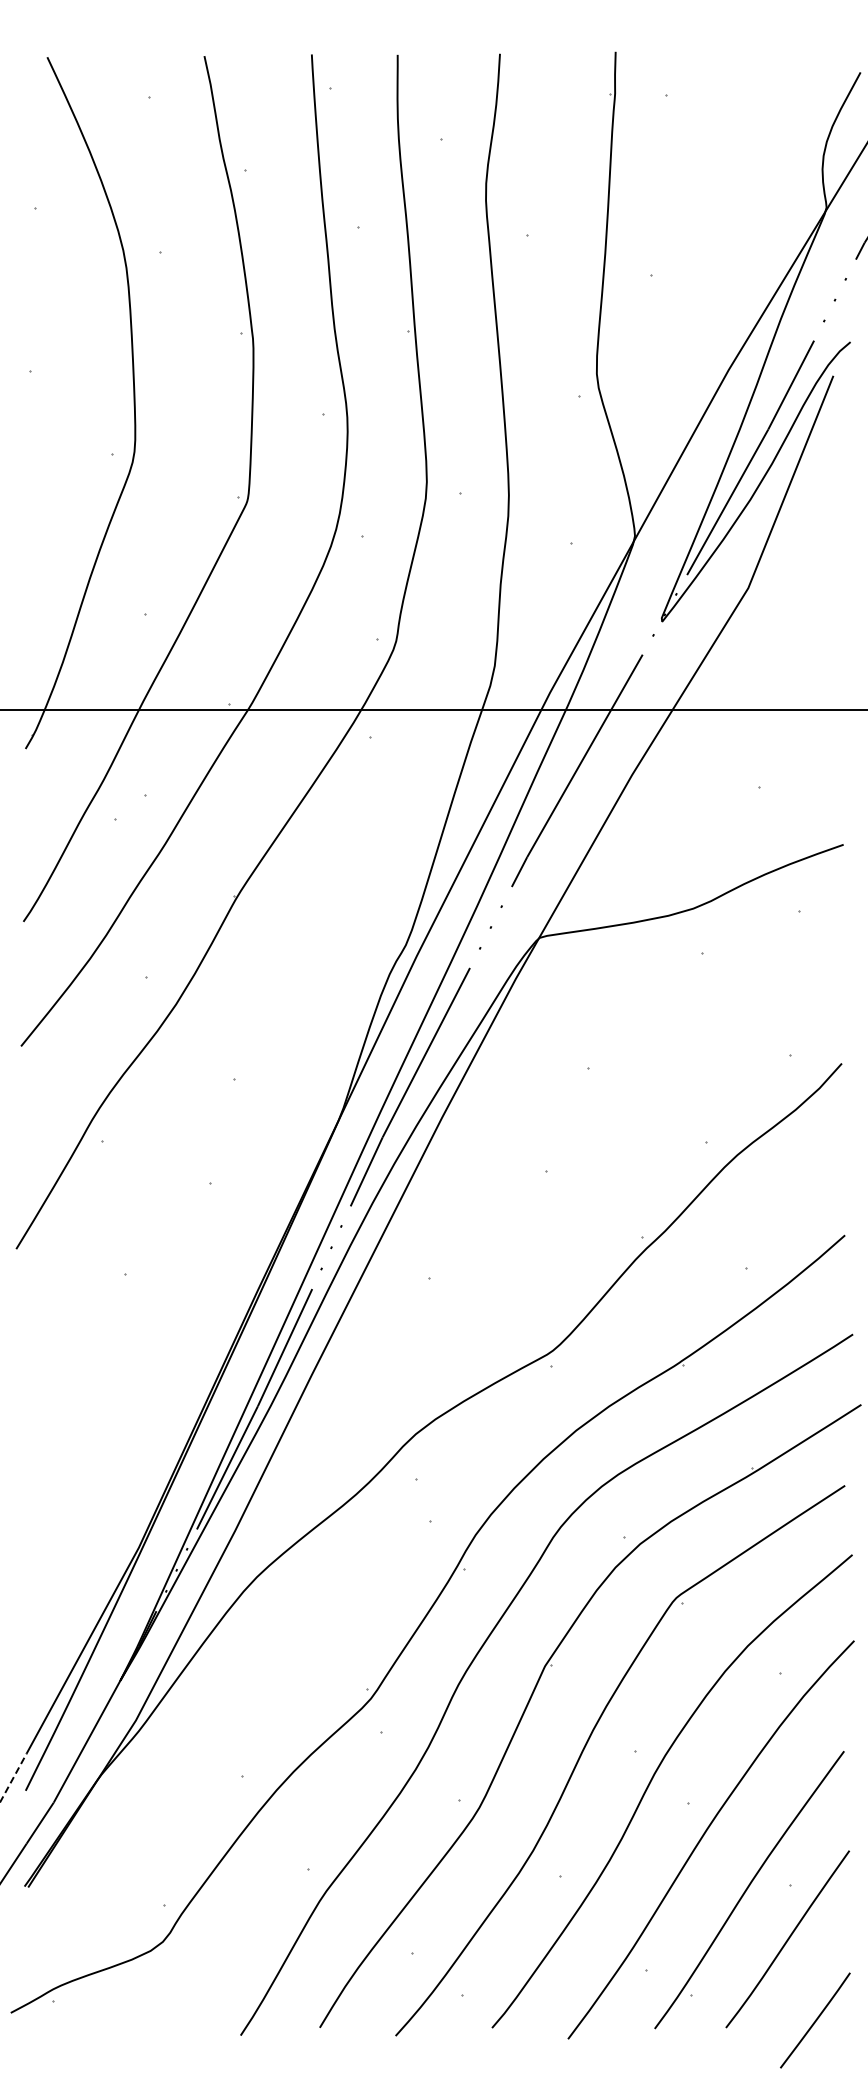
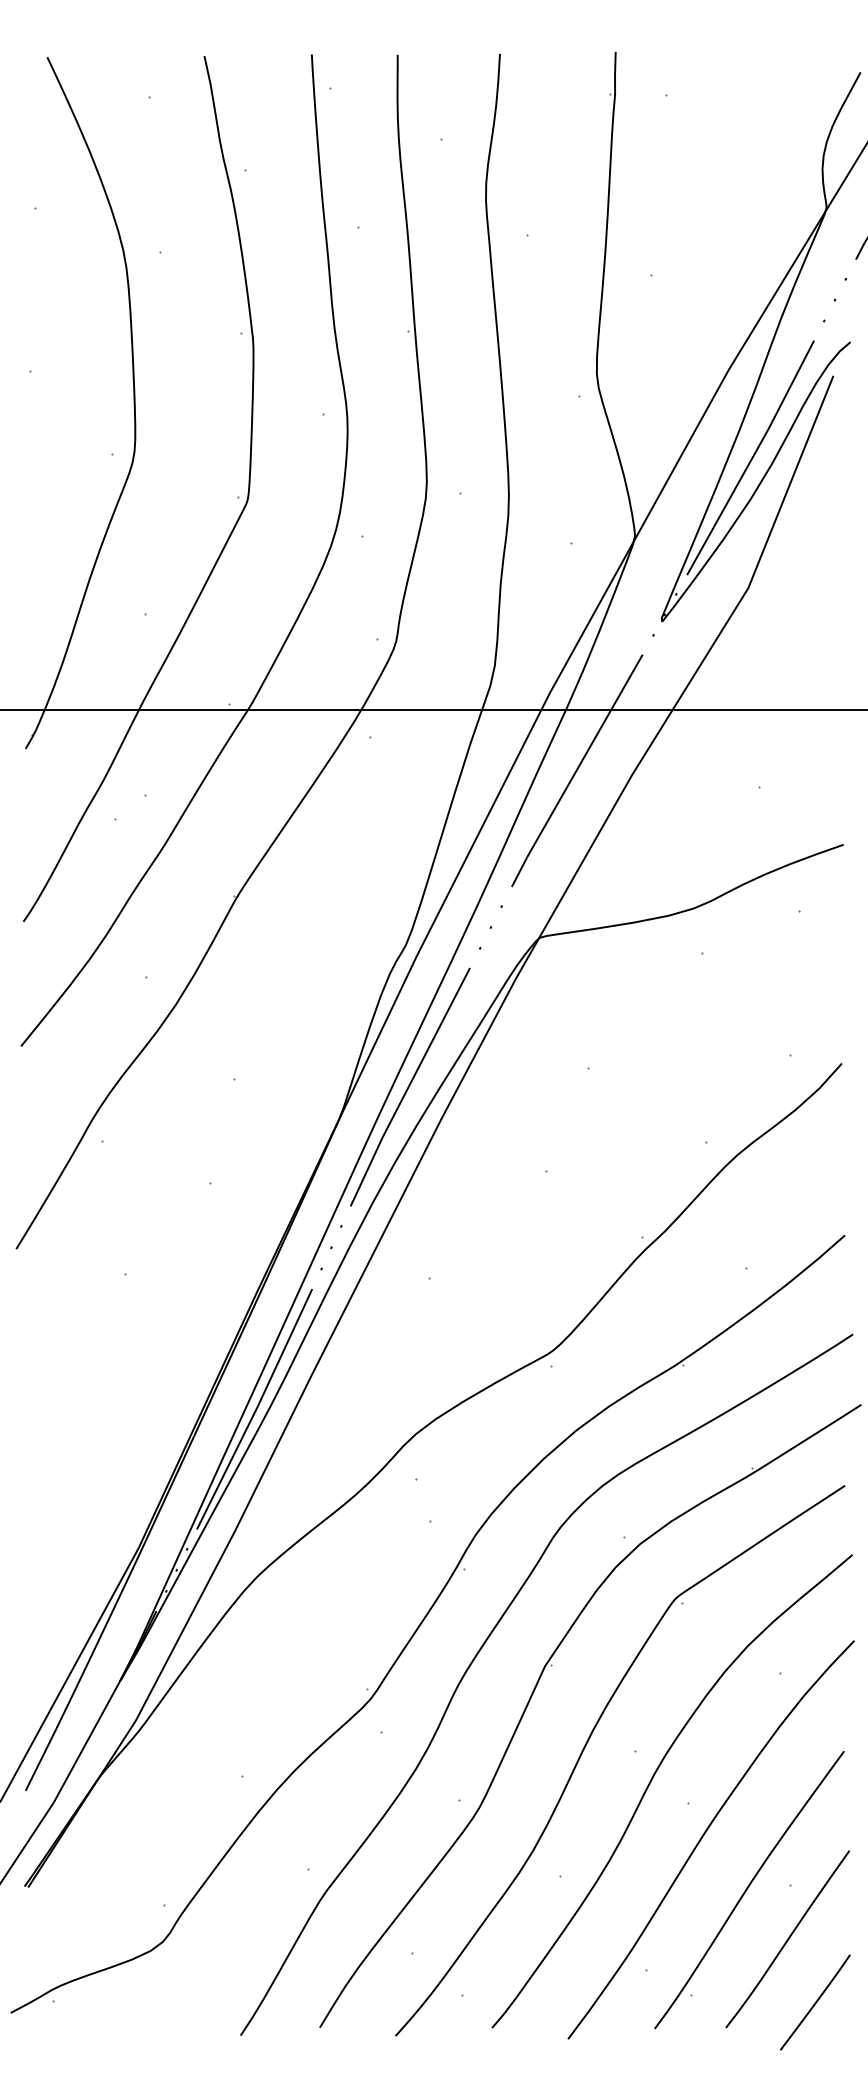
line at (13, 1777): dashed -> solid
line at (815, 2020) position: (815, 2020) -> (815, 2002)
